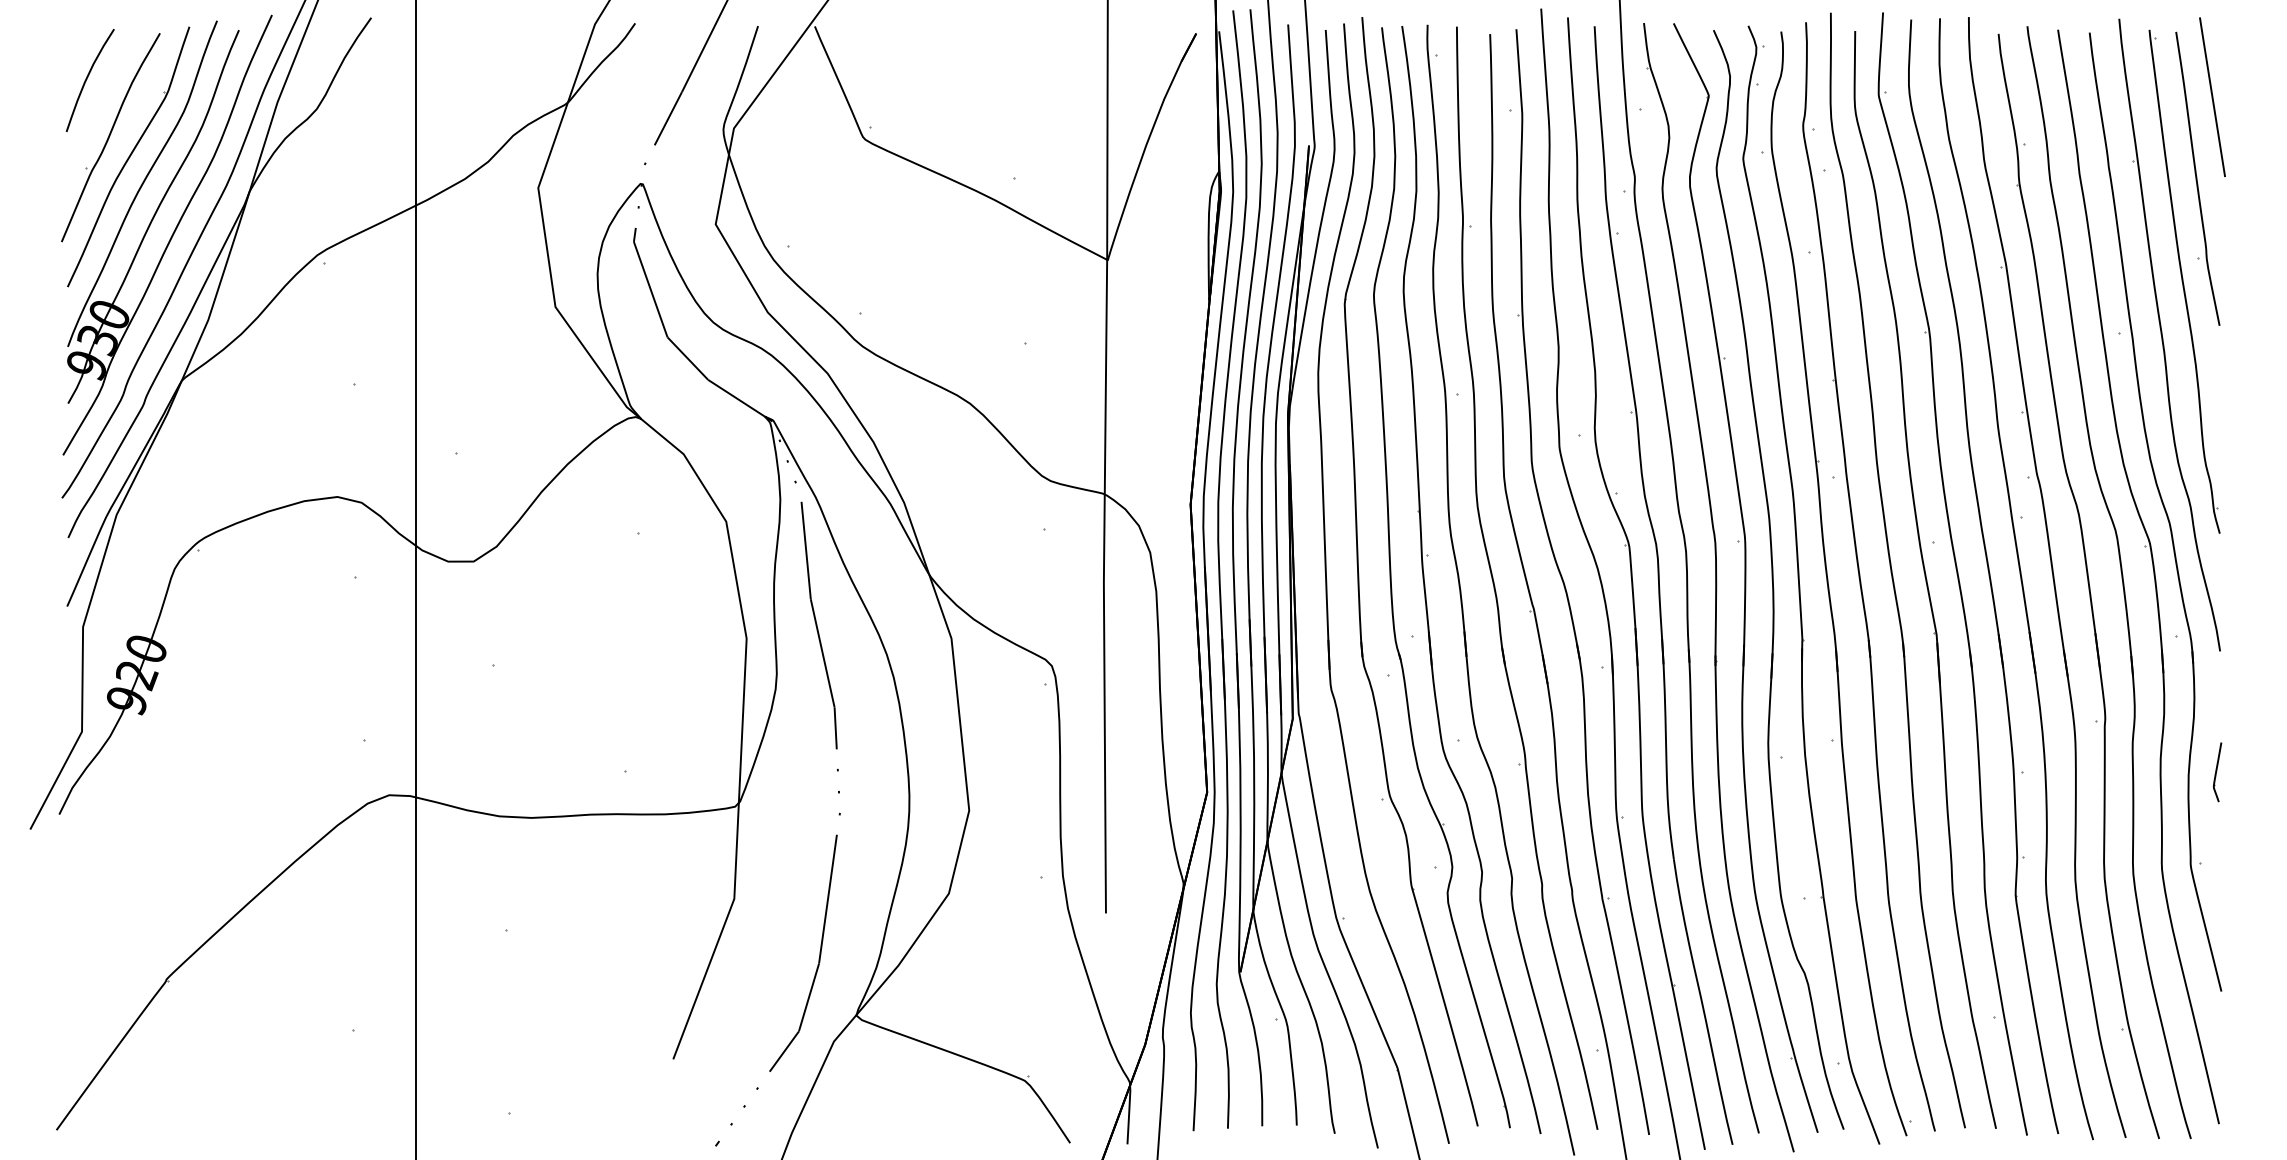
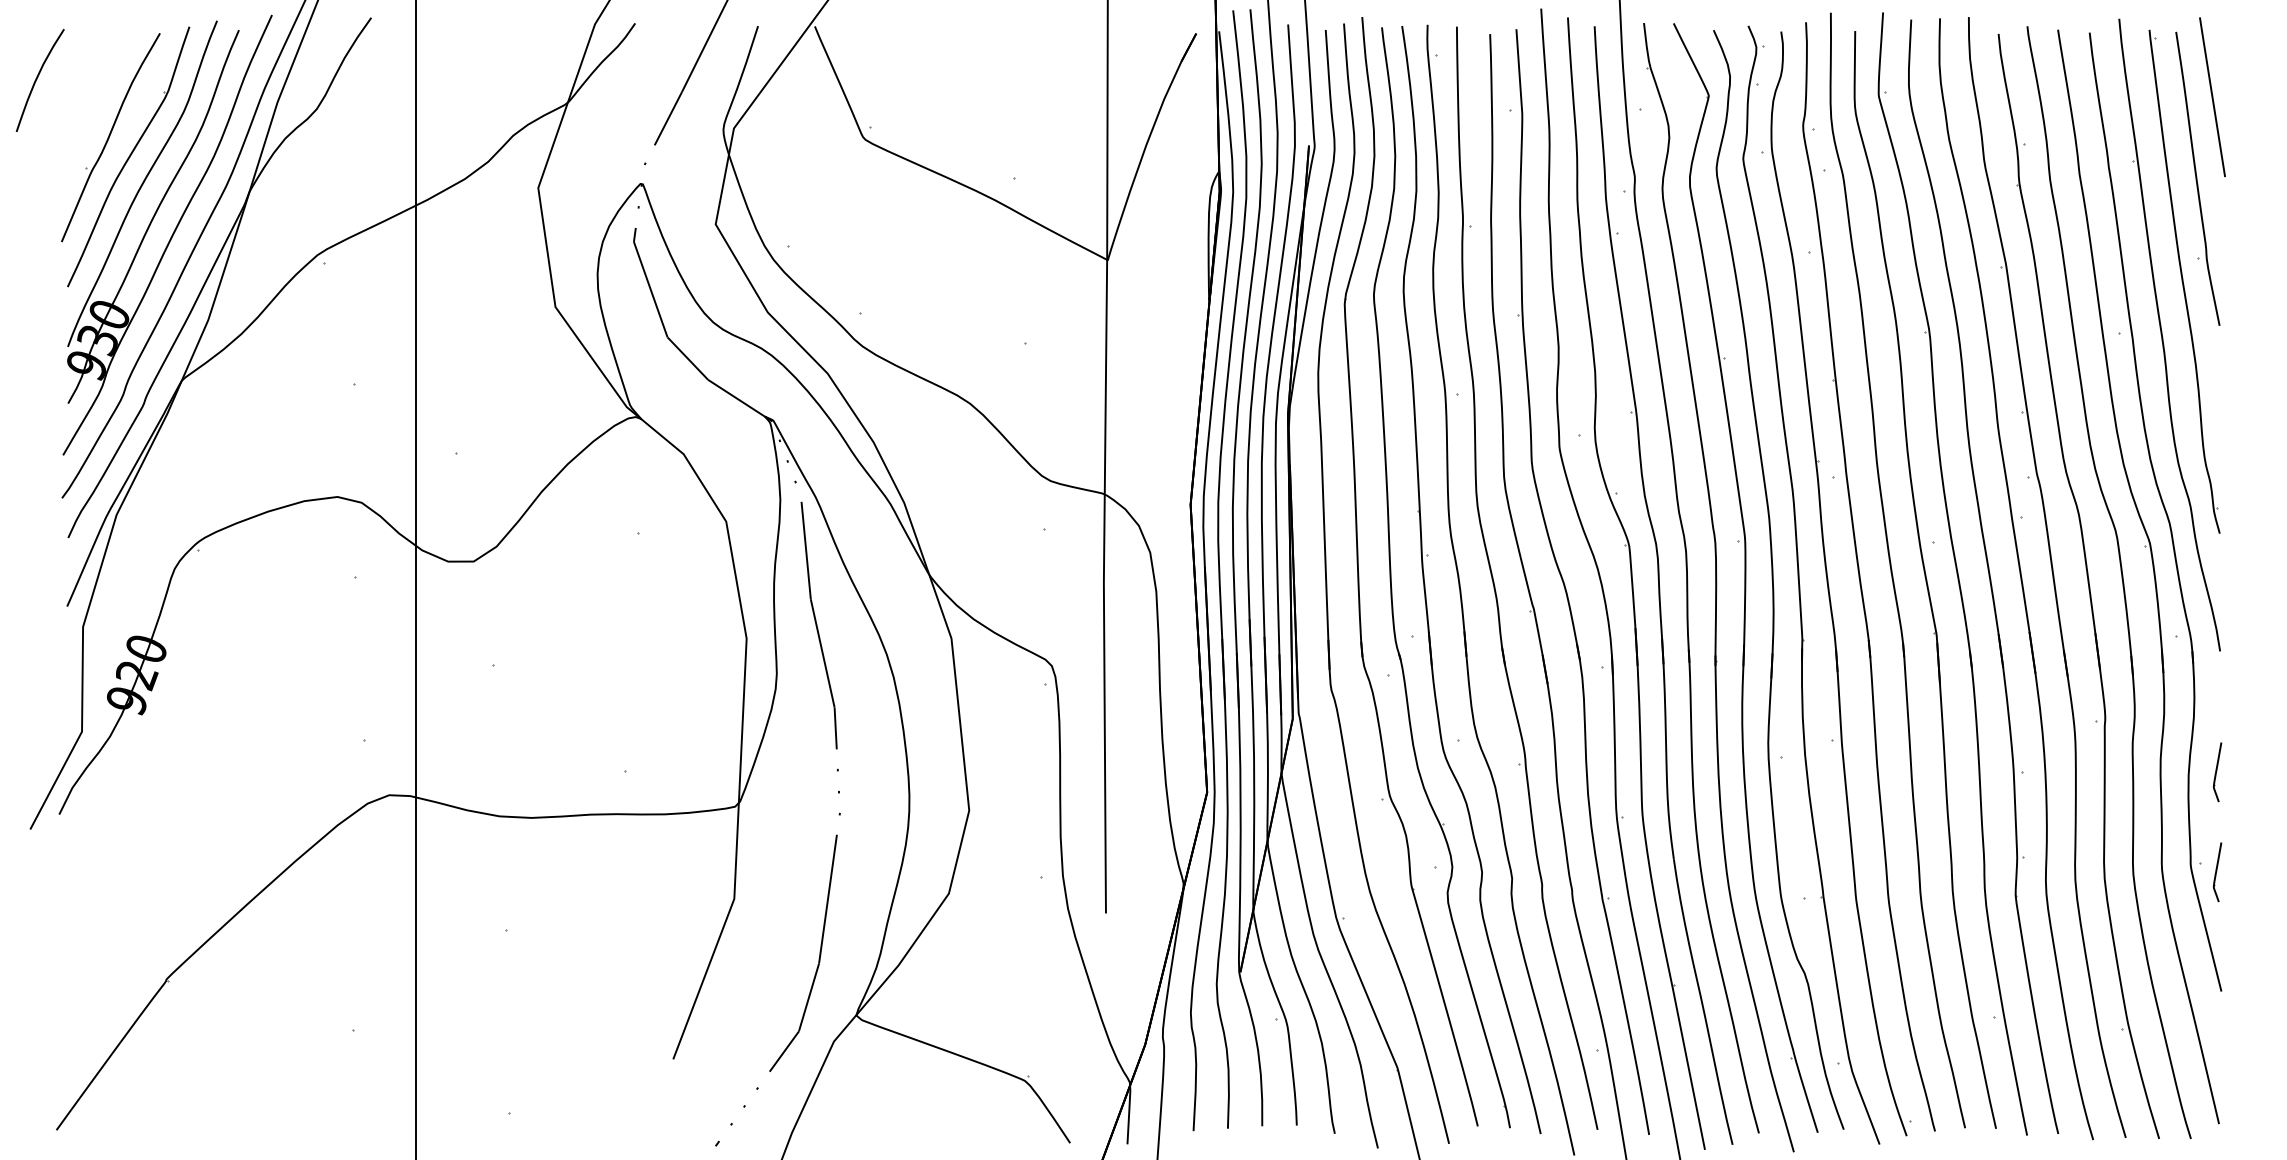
curve at (87, 79) position: (87, 79) -> (37, 79)
part at (2217, 872): none -> present
